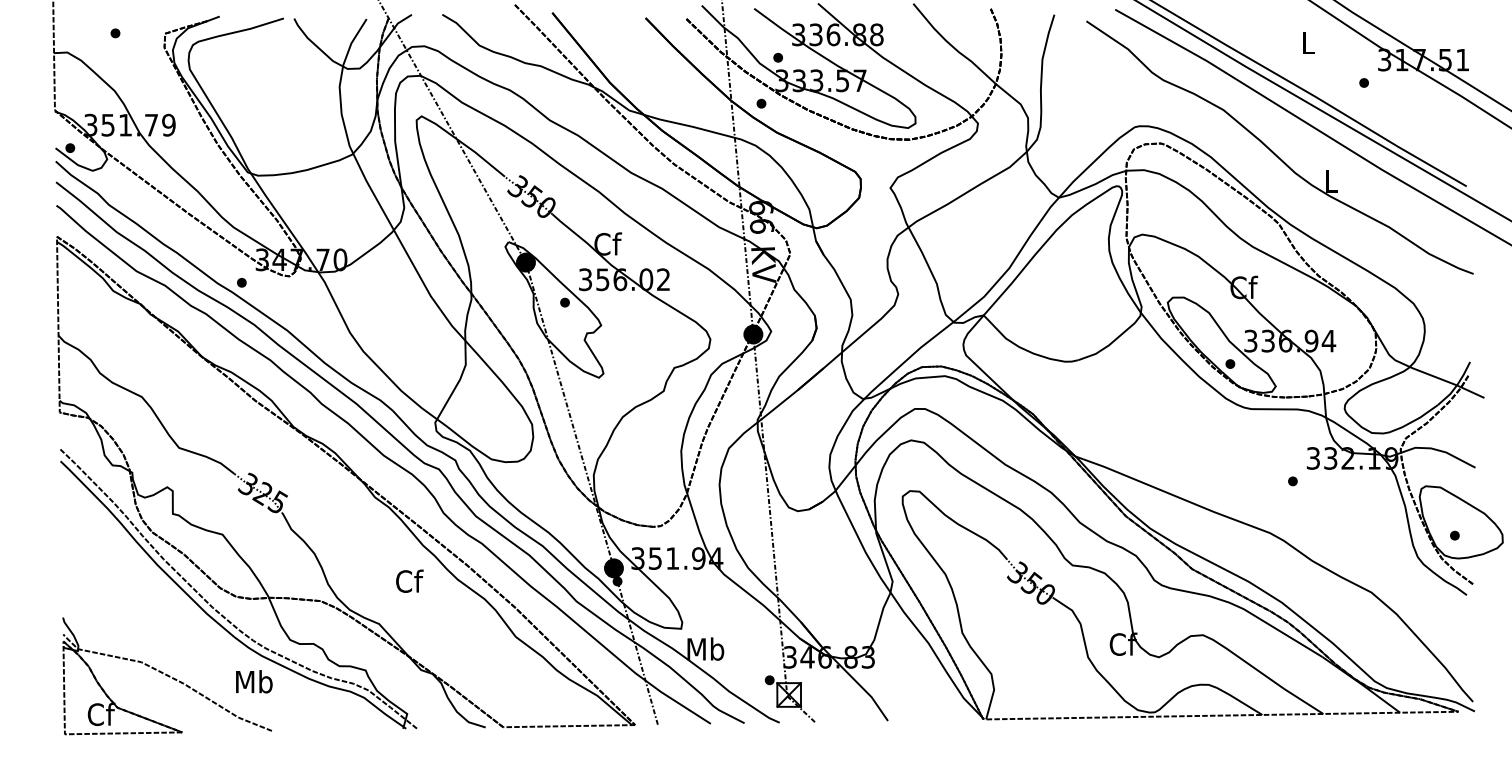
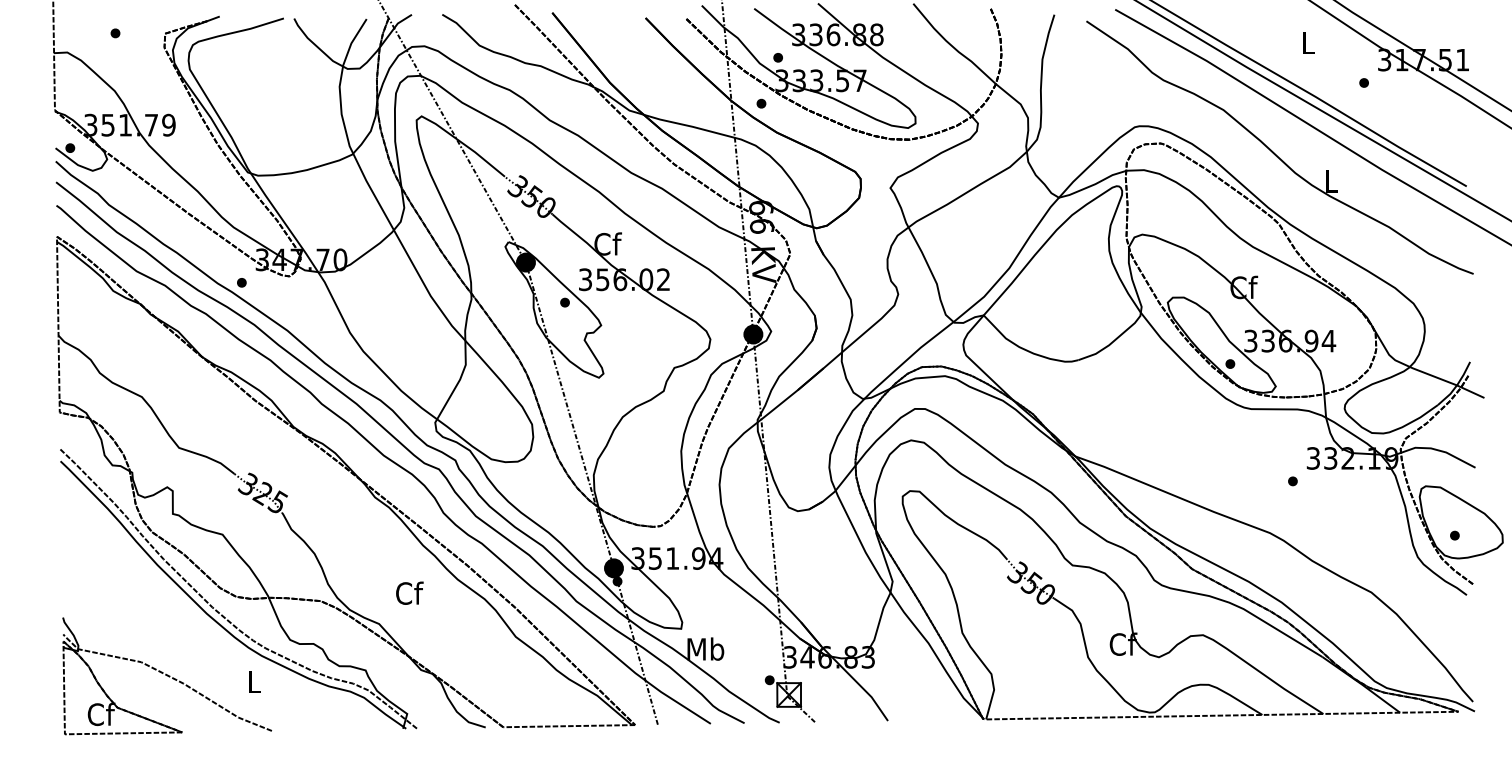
text at (409, 580) position: (409, 580) -> (409, 592)
text at (254, 681): Mb -> L
